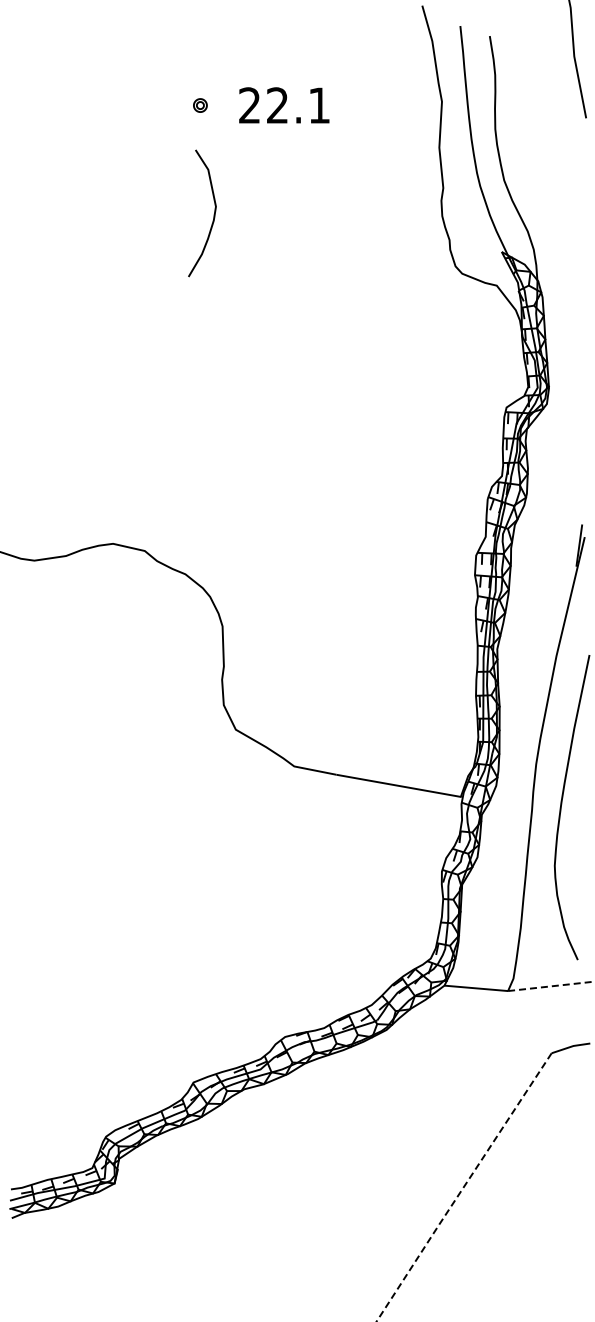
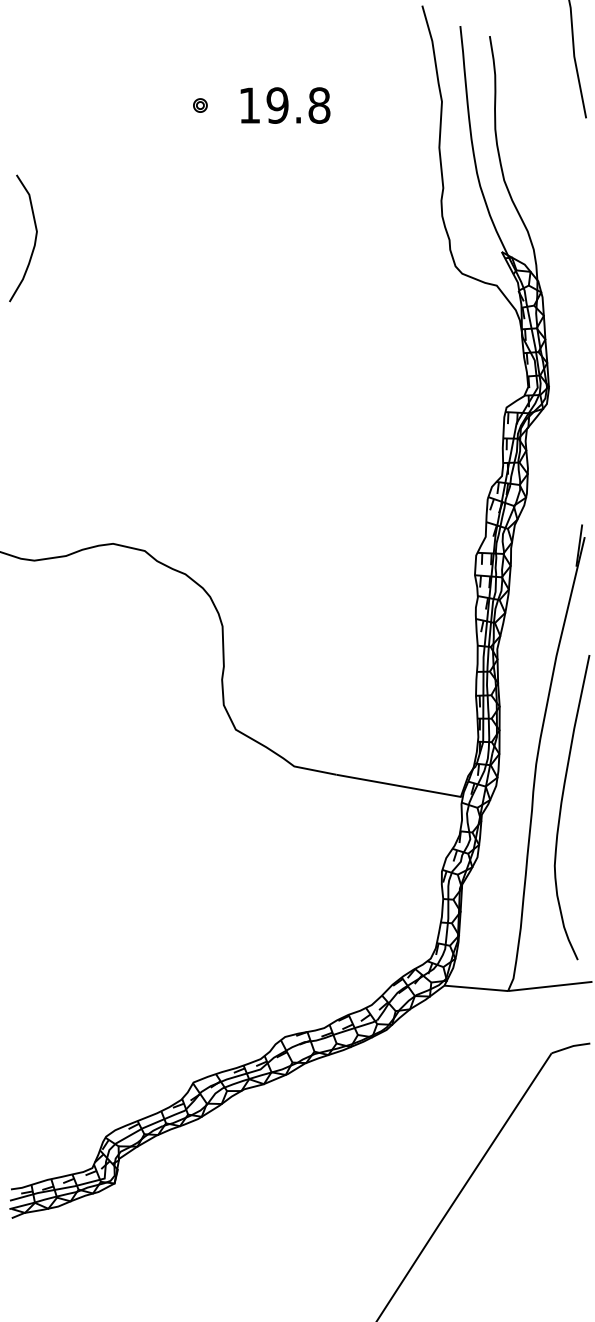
text at (284, 105): 22.1 -> 19.8
curve at (213, 214) position: (213, 214) -> (34, 239)
line at (550, 986): dashed -> solid
line at (463, 1187): dashed -> solid
